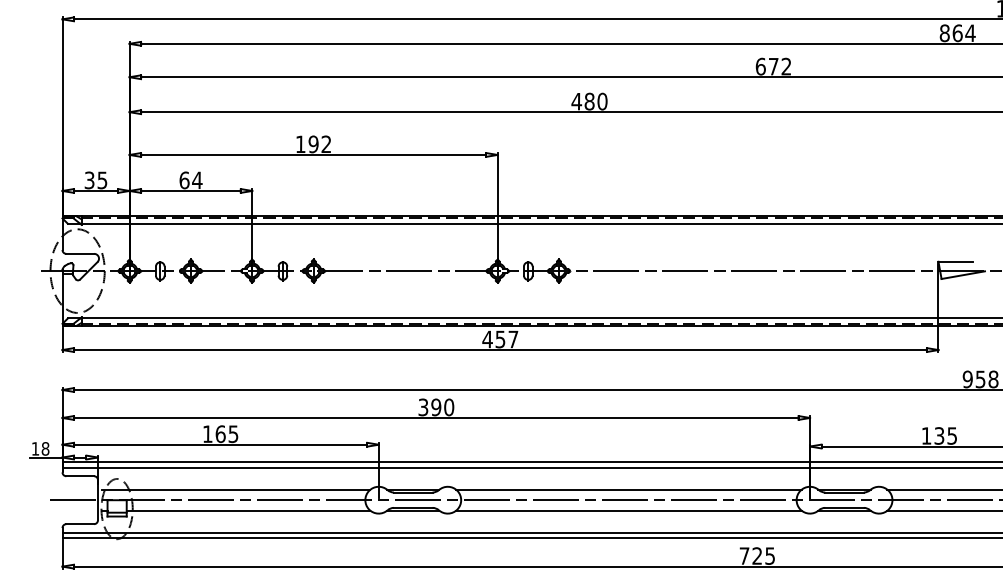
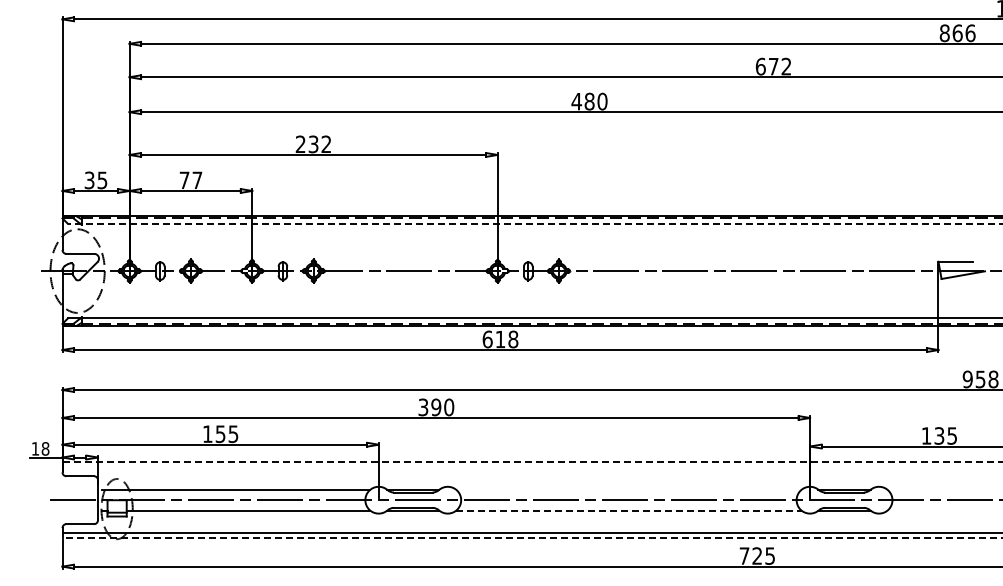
text at (970, 33): 864 -> 866
text at (306, 144): 192 -> 232
text at (190, 180): 64 -> 77
line at (534, 223): solid -> dashed
text at (500, 339): 457 -> 618
text at (220, 434): 165 -> 155
line at (532, 462): solid -> dashed
line at (530, 467): present -> none
line at (628, 489): present -> none
line at (943, 489): present -> none
line at (628, 510): solid -> dashed
line at (943, 510): present -> none
line at (532, 538): solid -> dashed
